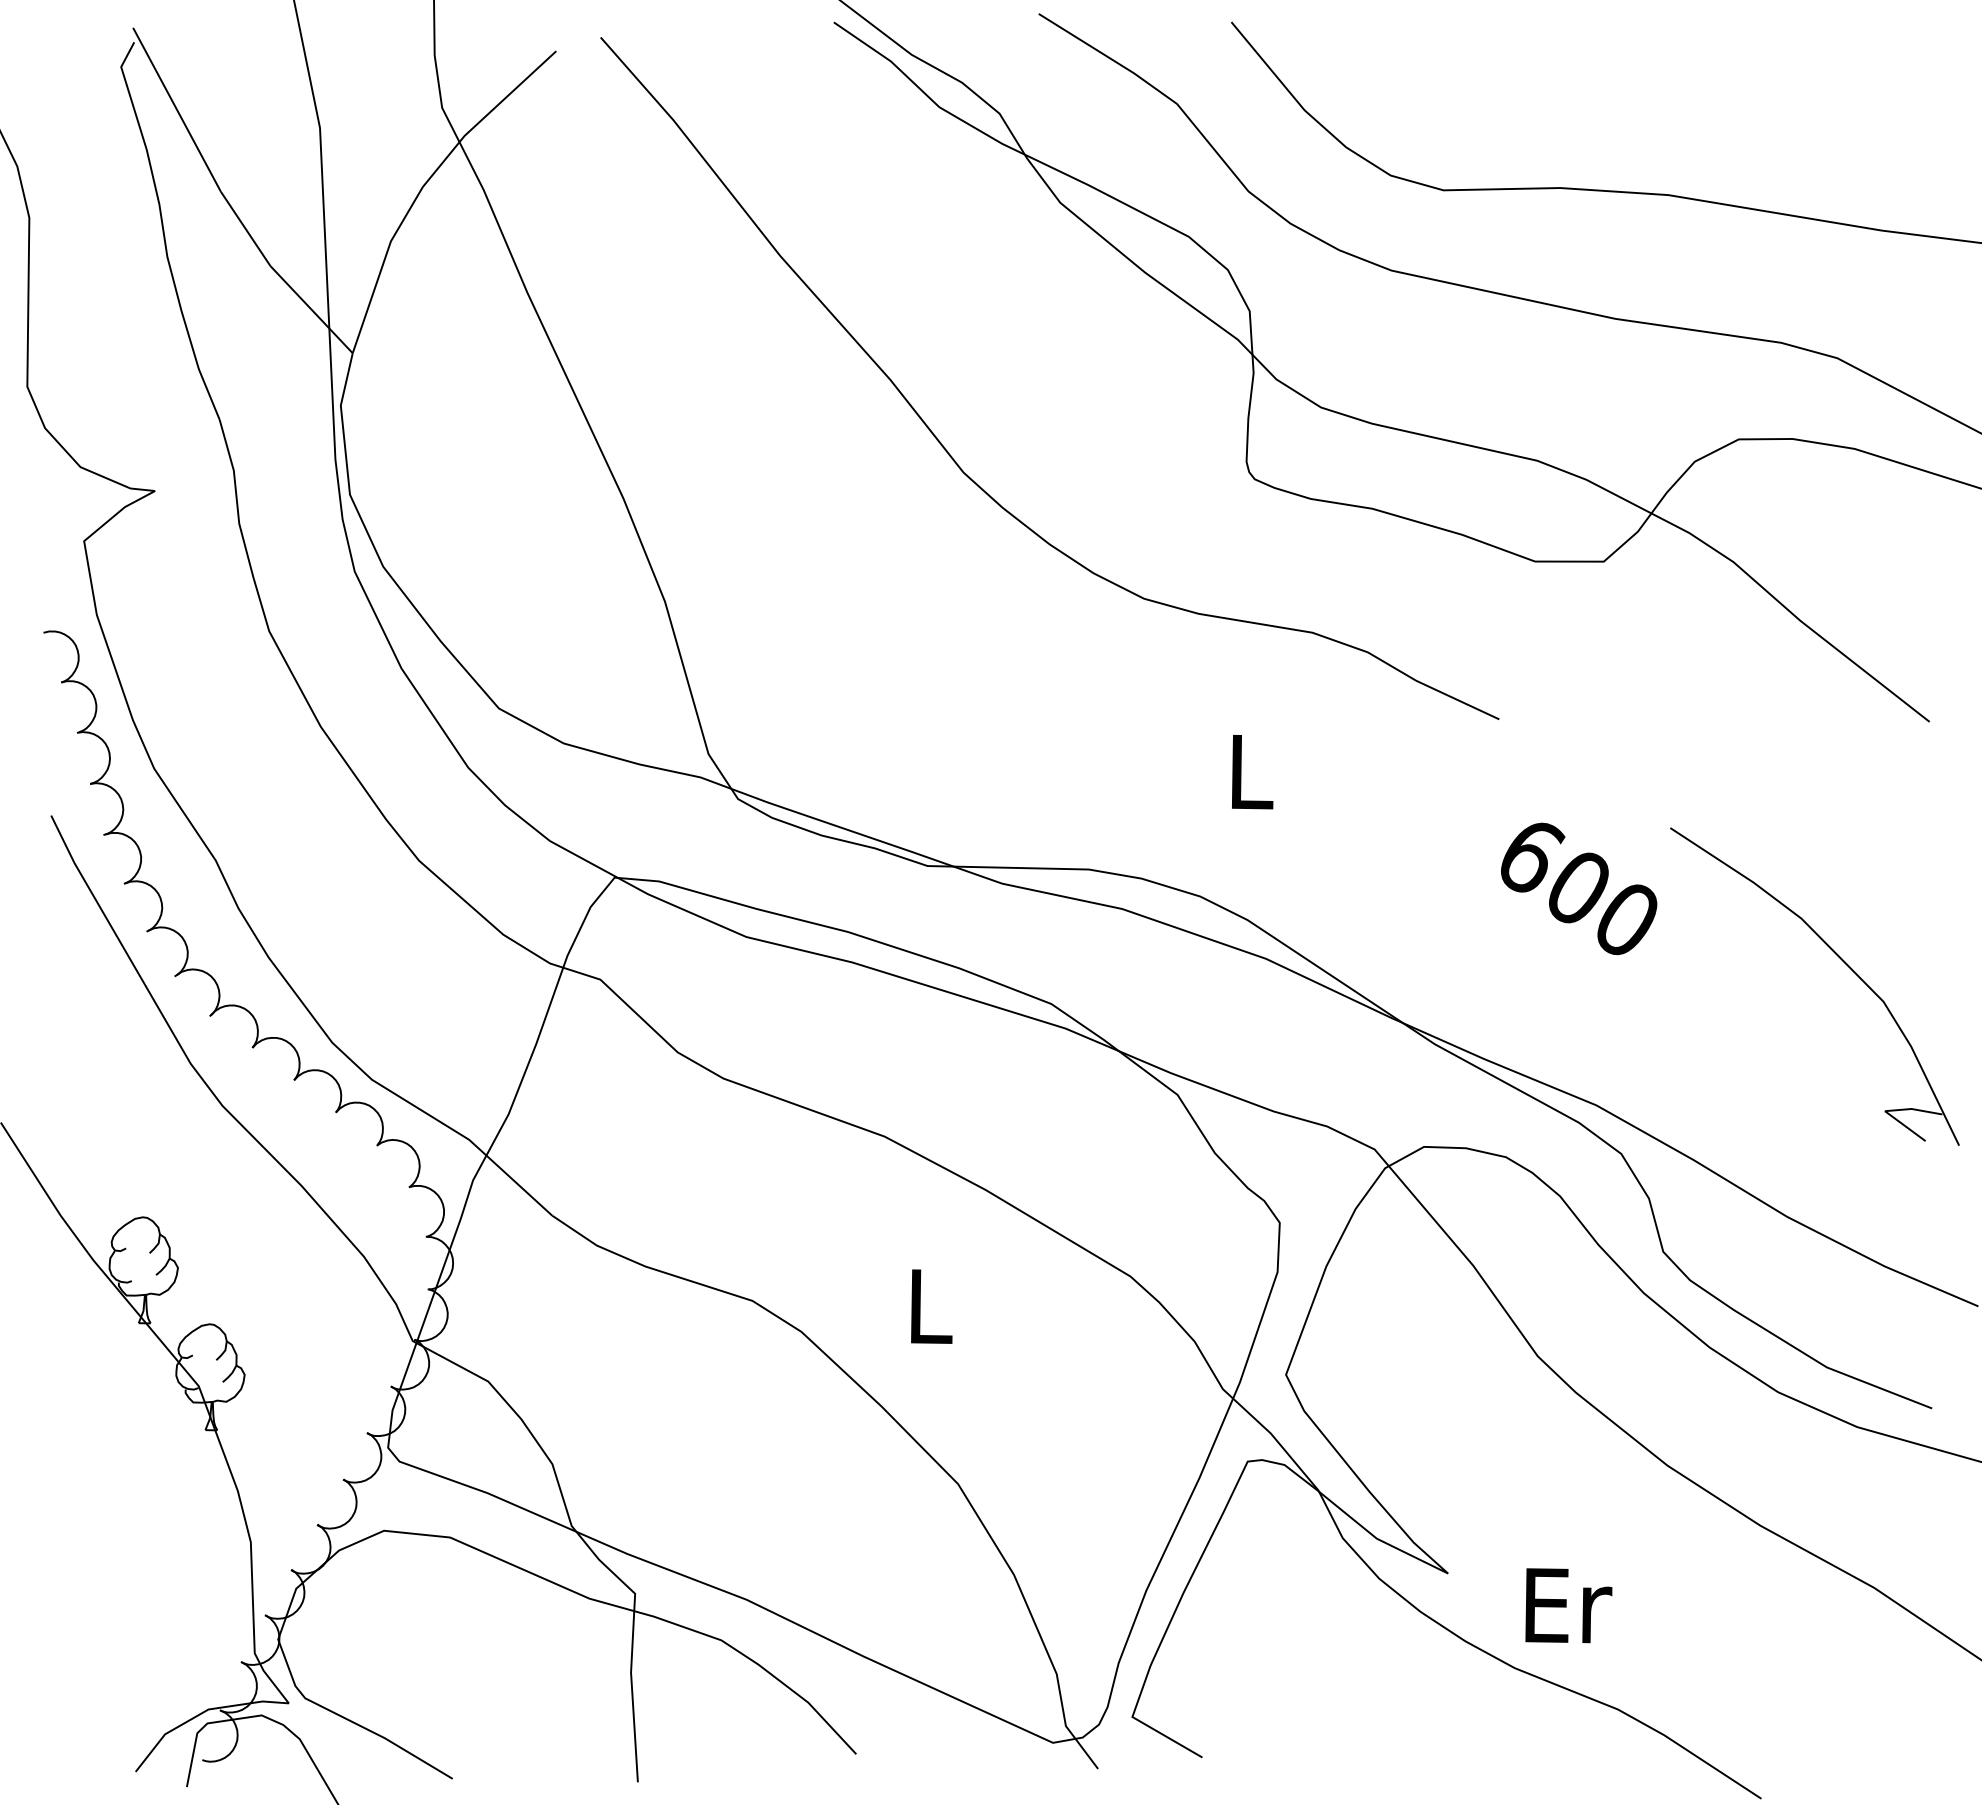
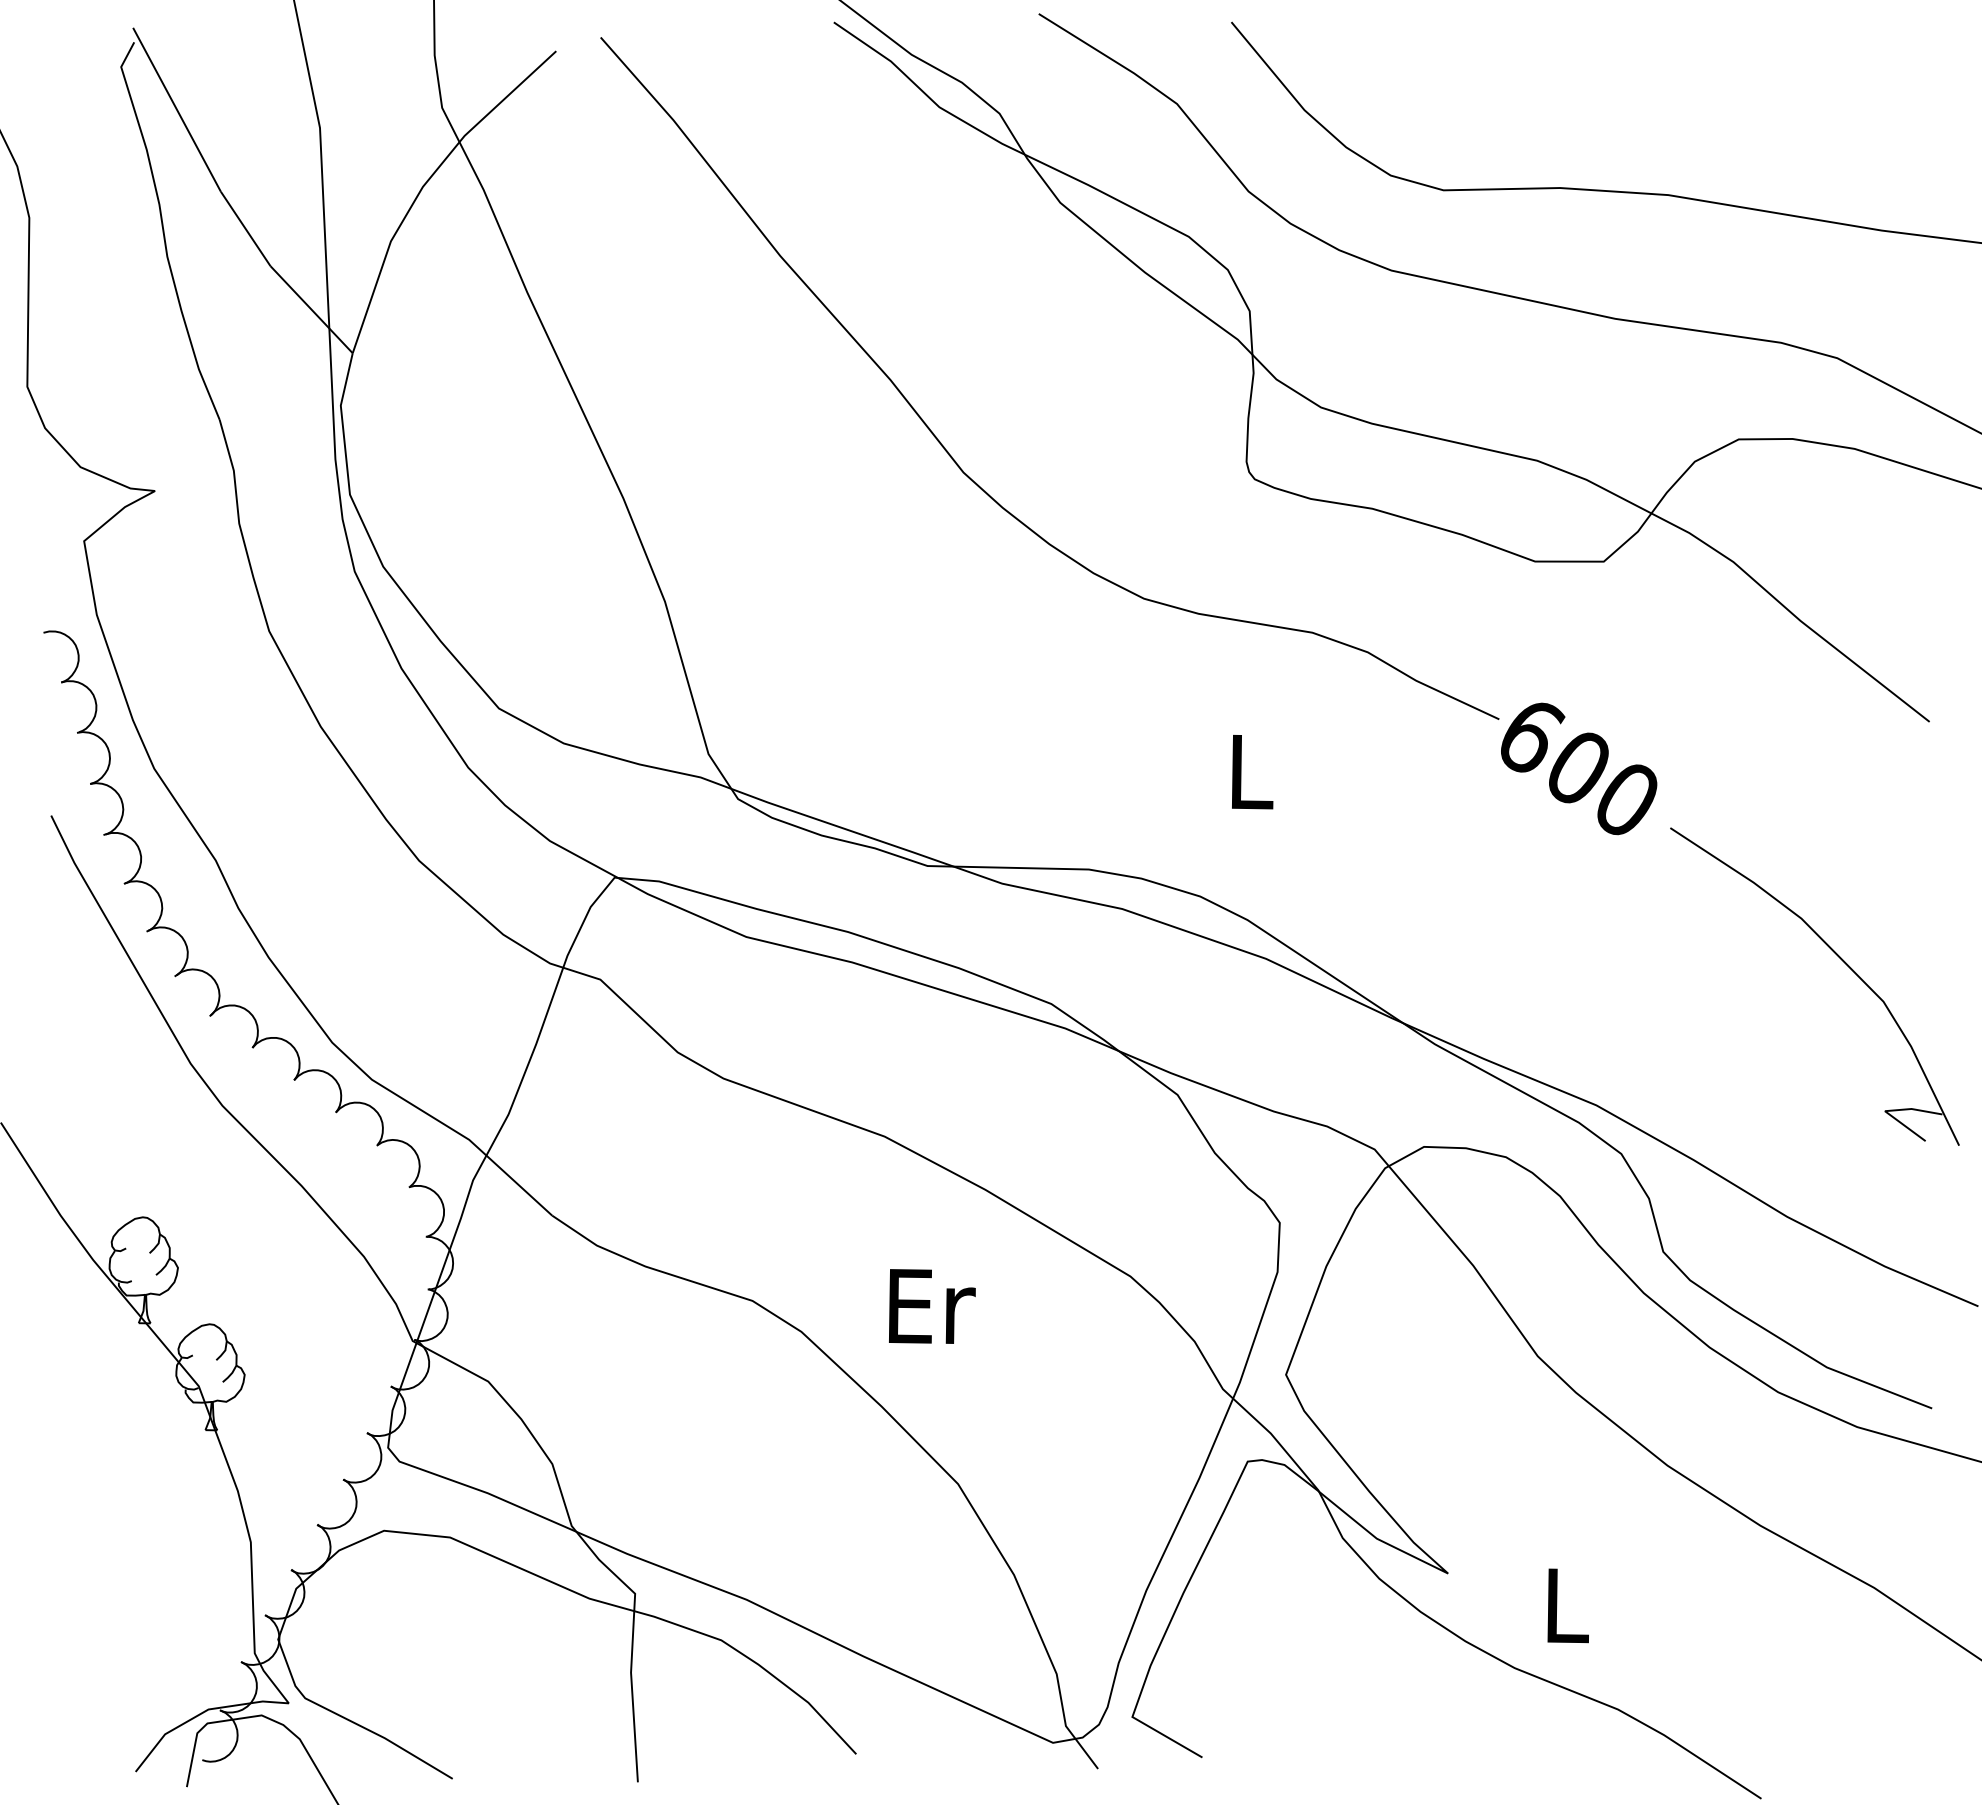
text at (1579, 888) position: (1579, 888) -> (1579, 768)
text at (932, 1306): L -> Er
text at (1568, 1605): Er -> L
